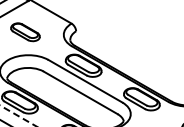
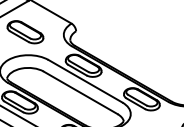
part at (25, 32) size: 31x21 px -> 39x25 px
line at (19, 116): dashed -> solid
